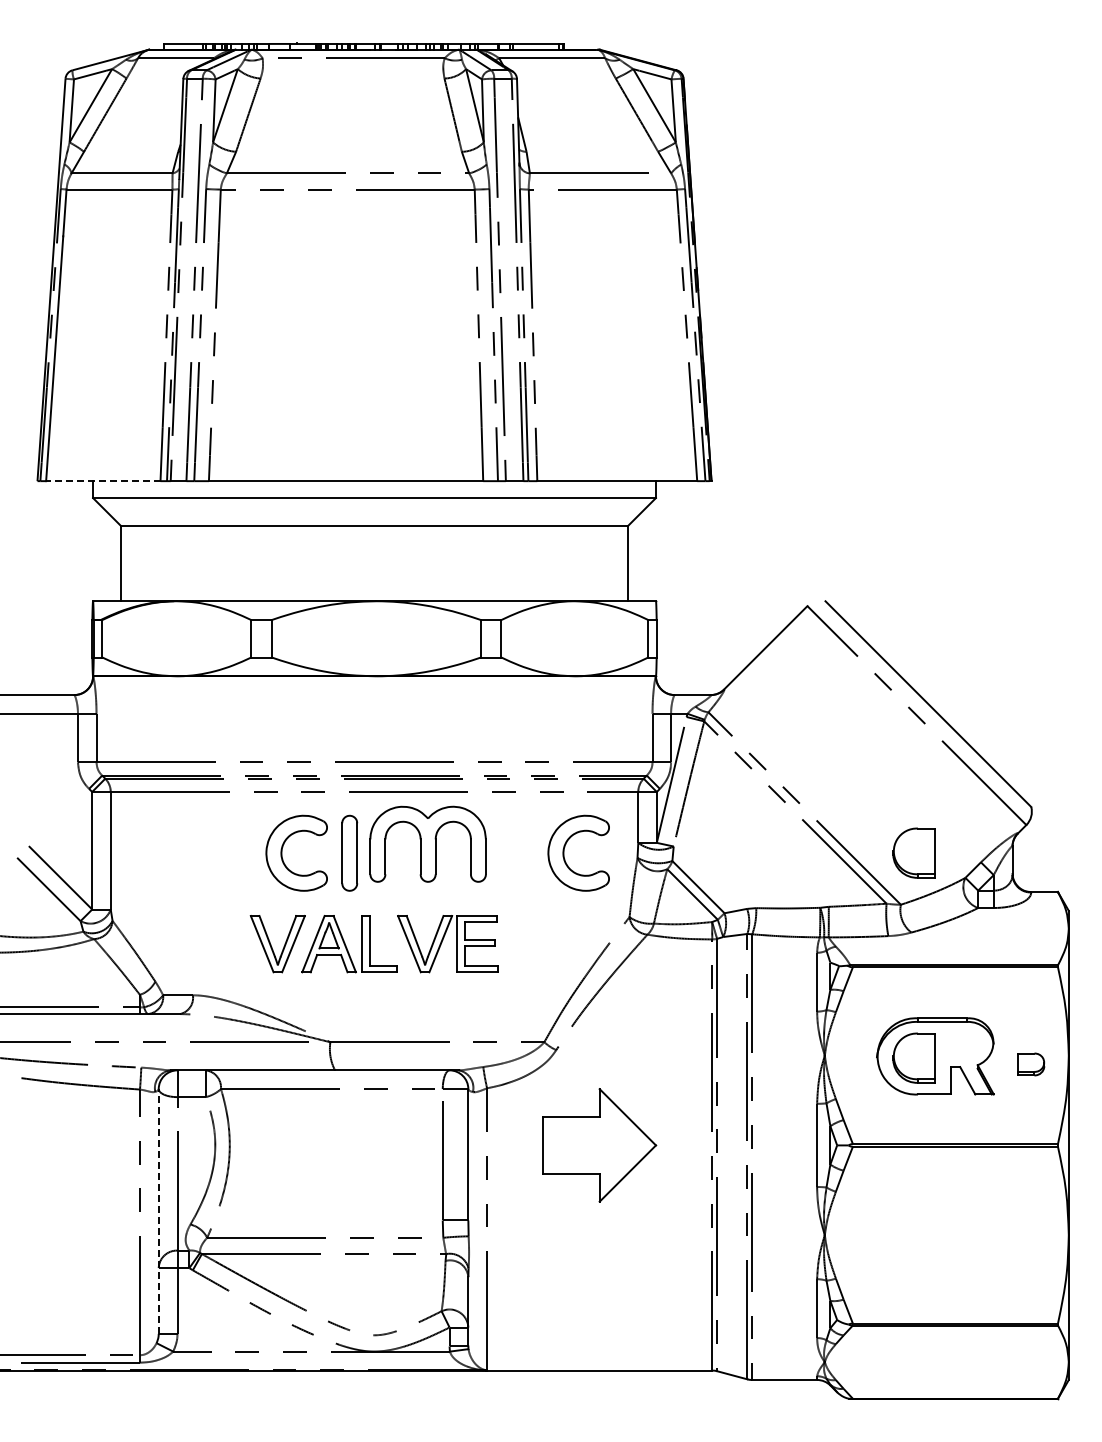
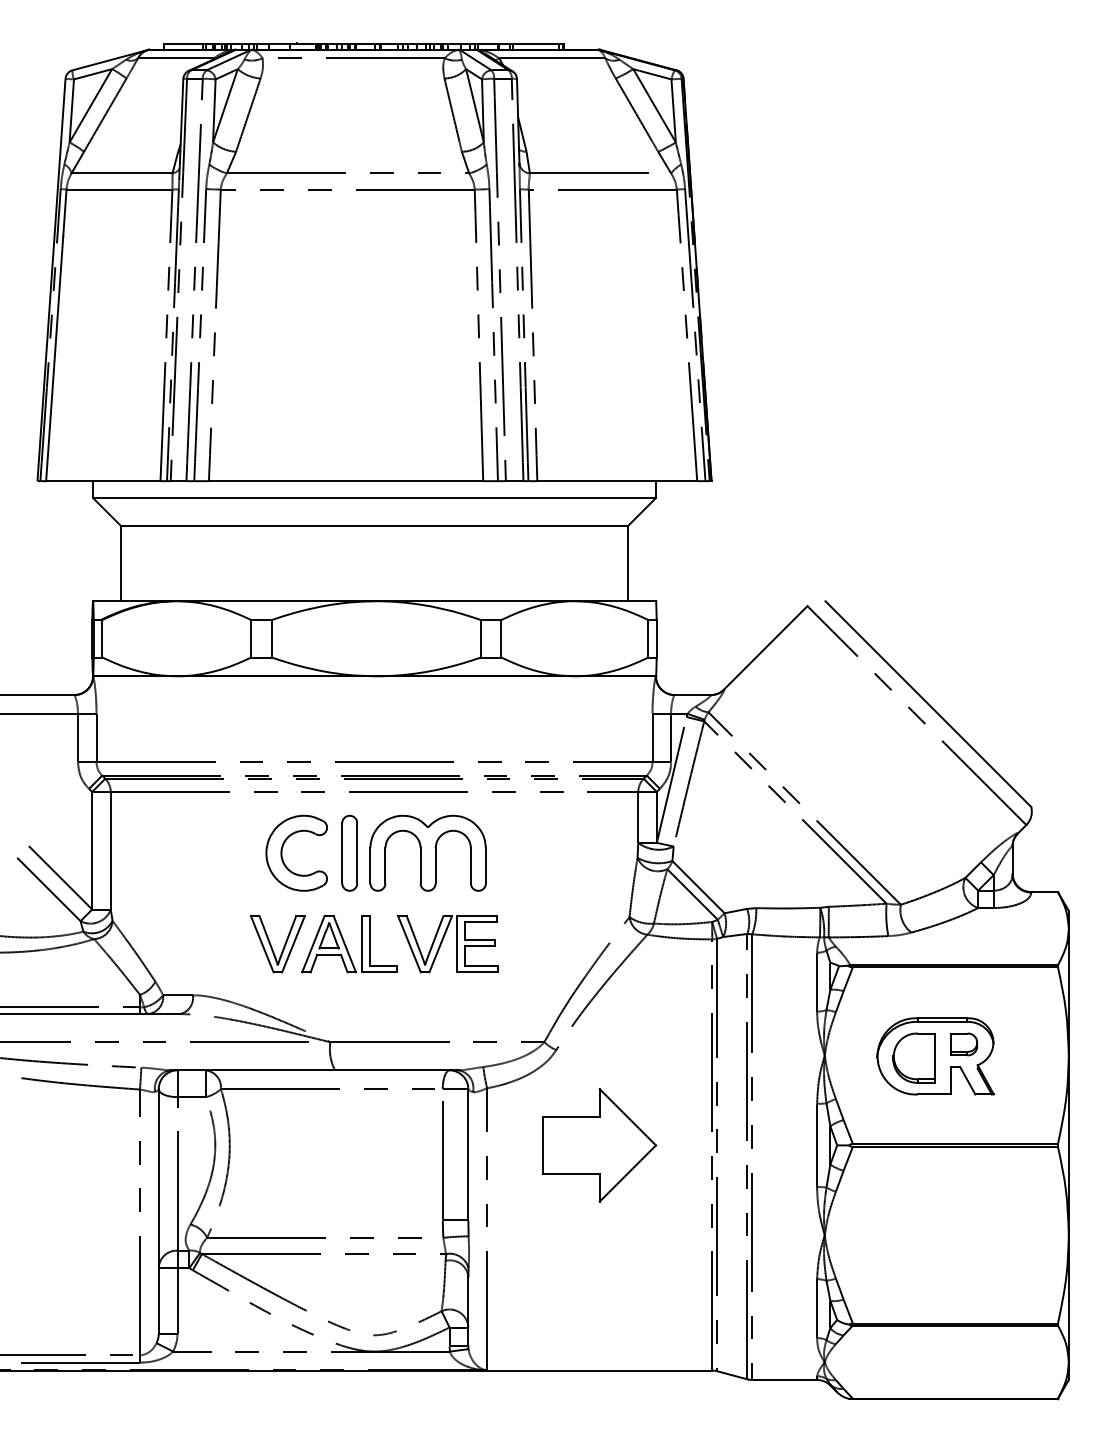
line at (102, 481): dashed -> solid
part at (427, 843) position: (427, 843) -> (427, 852)
part at (565, 847): present -> none
part at (913, 852): present -> none
part at (1031, 1064) position: (1031, 1064) -> (964, 1044)
line at (158, 1211): dashed -> solid
